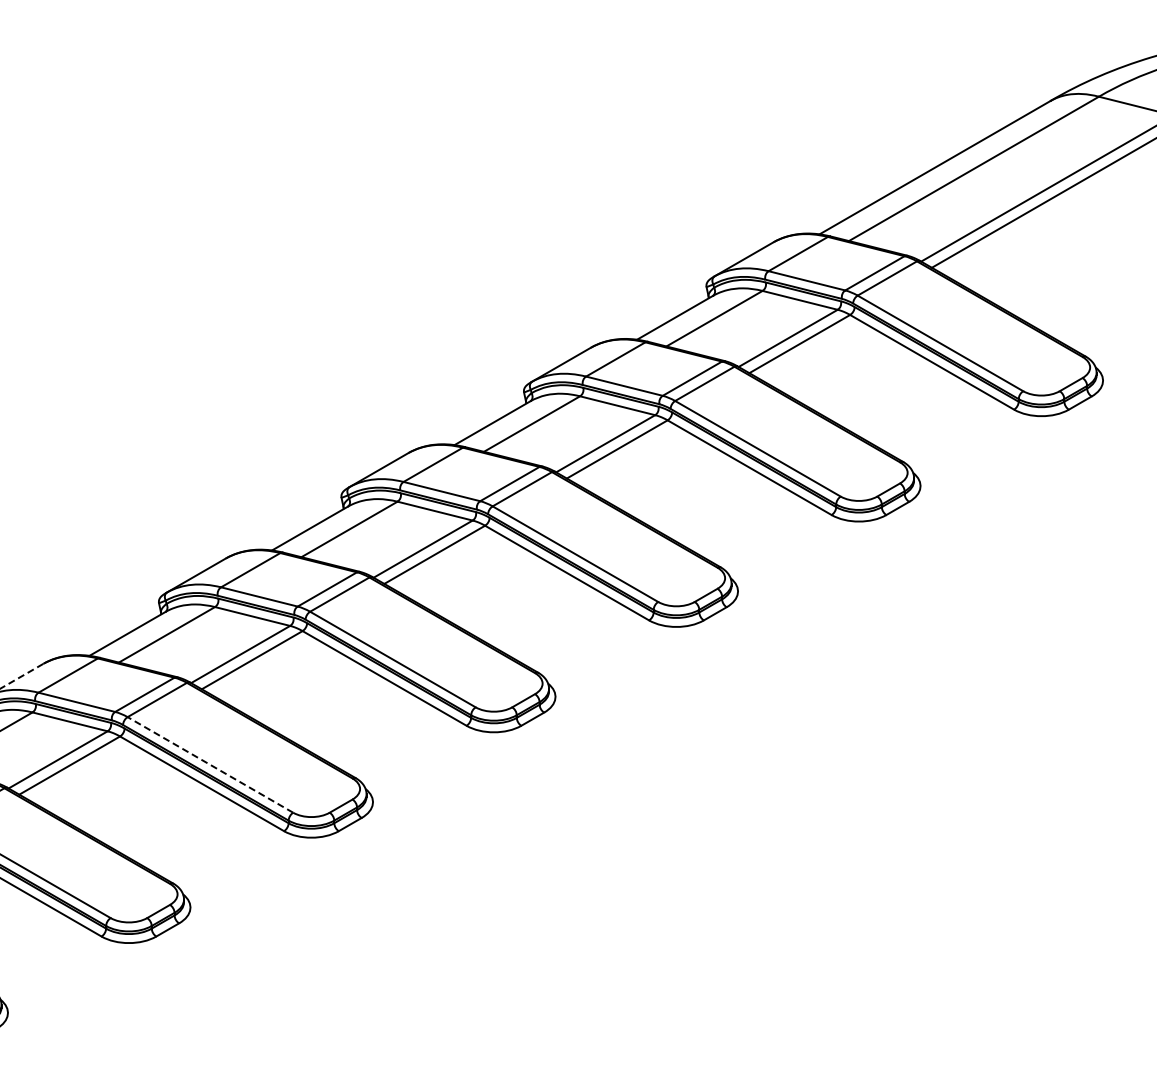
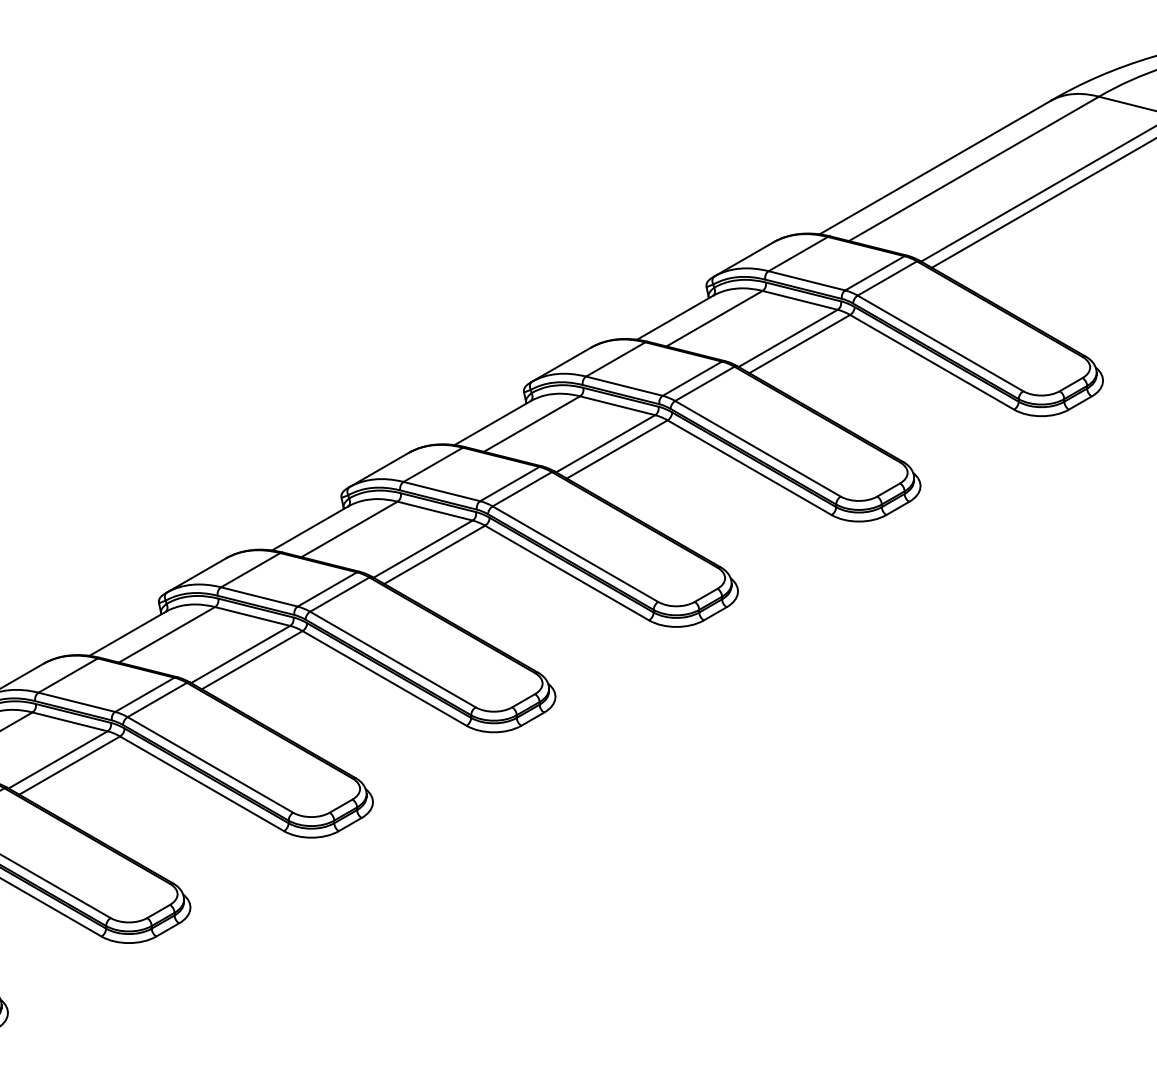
line at (21, 676): dashed -> solid
line at (210, 764): dashed -> solid
